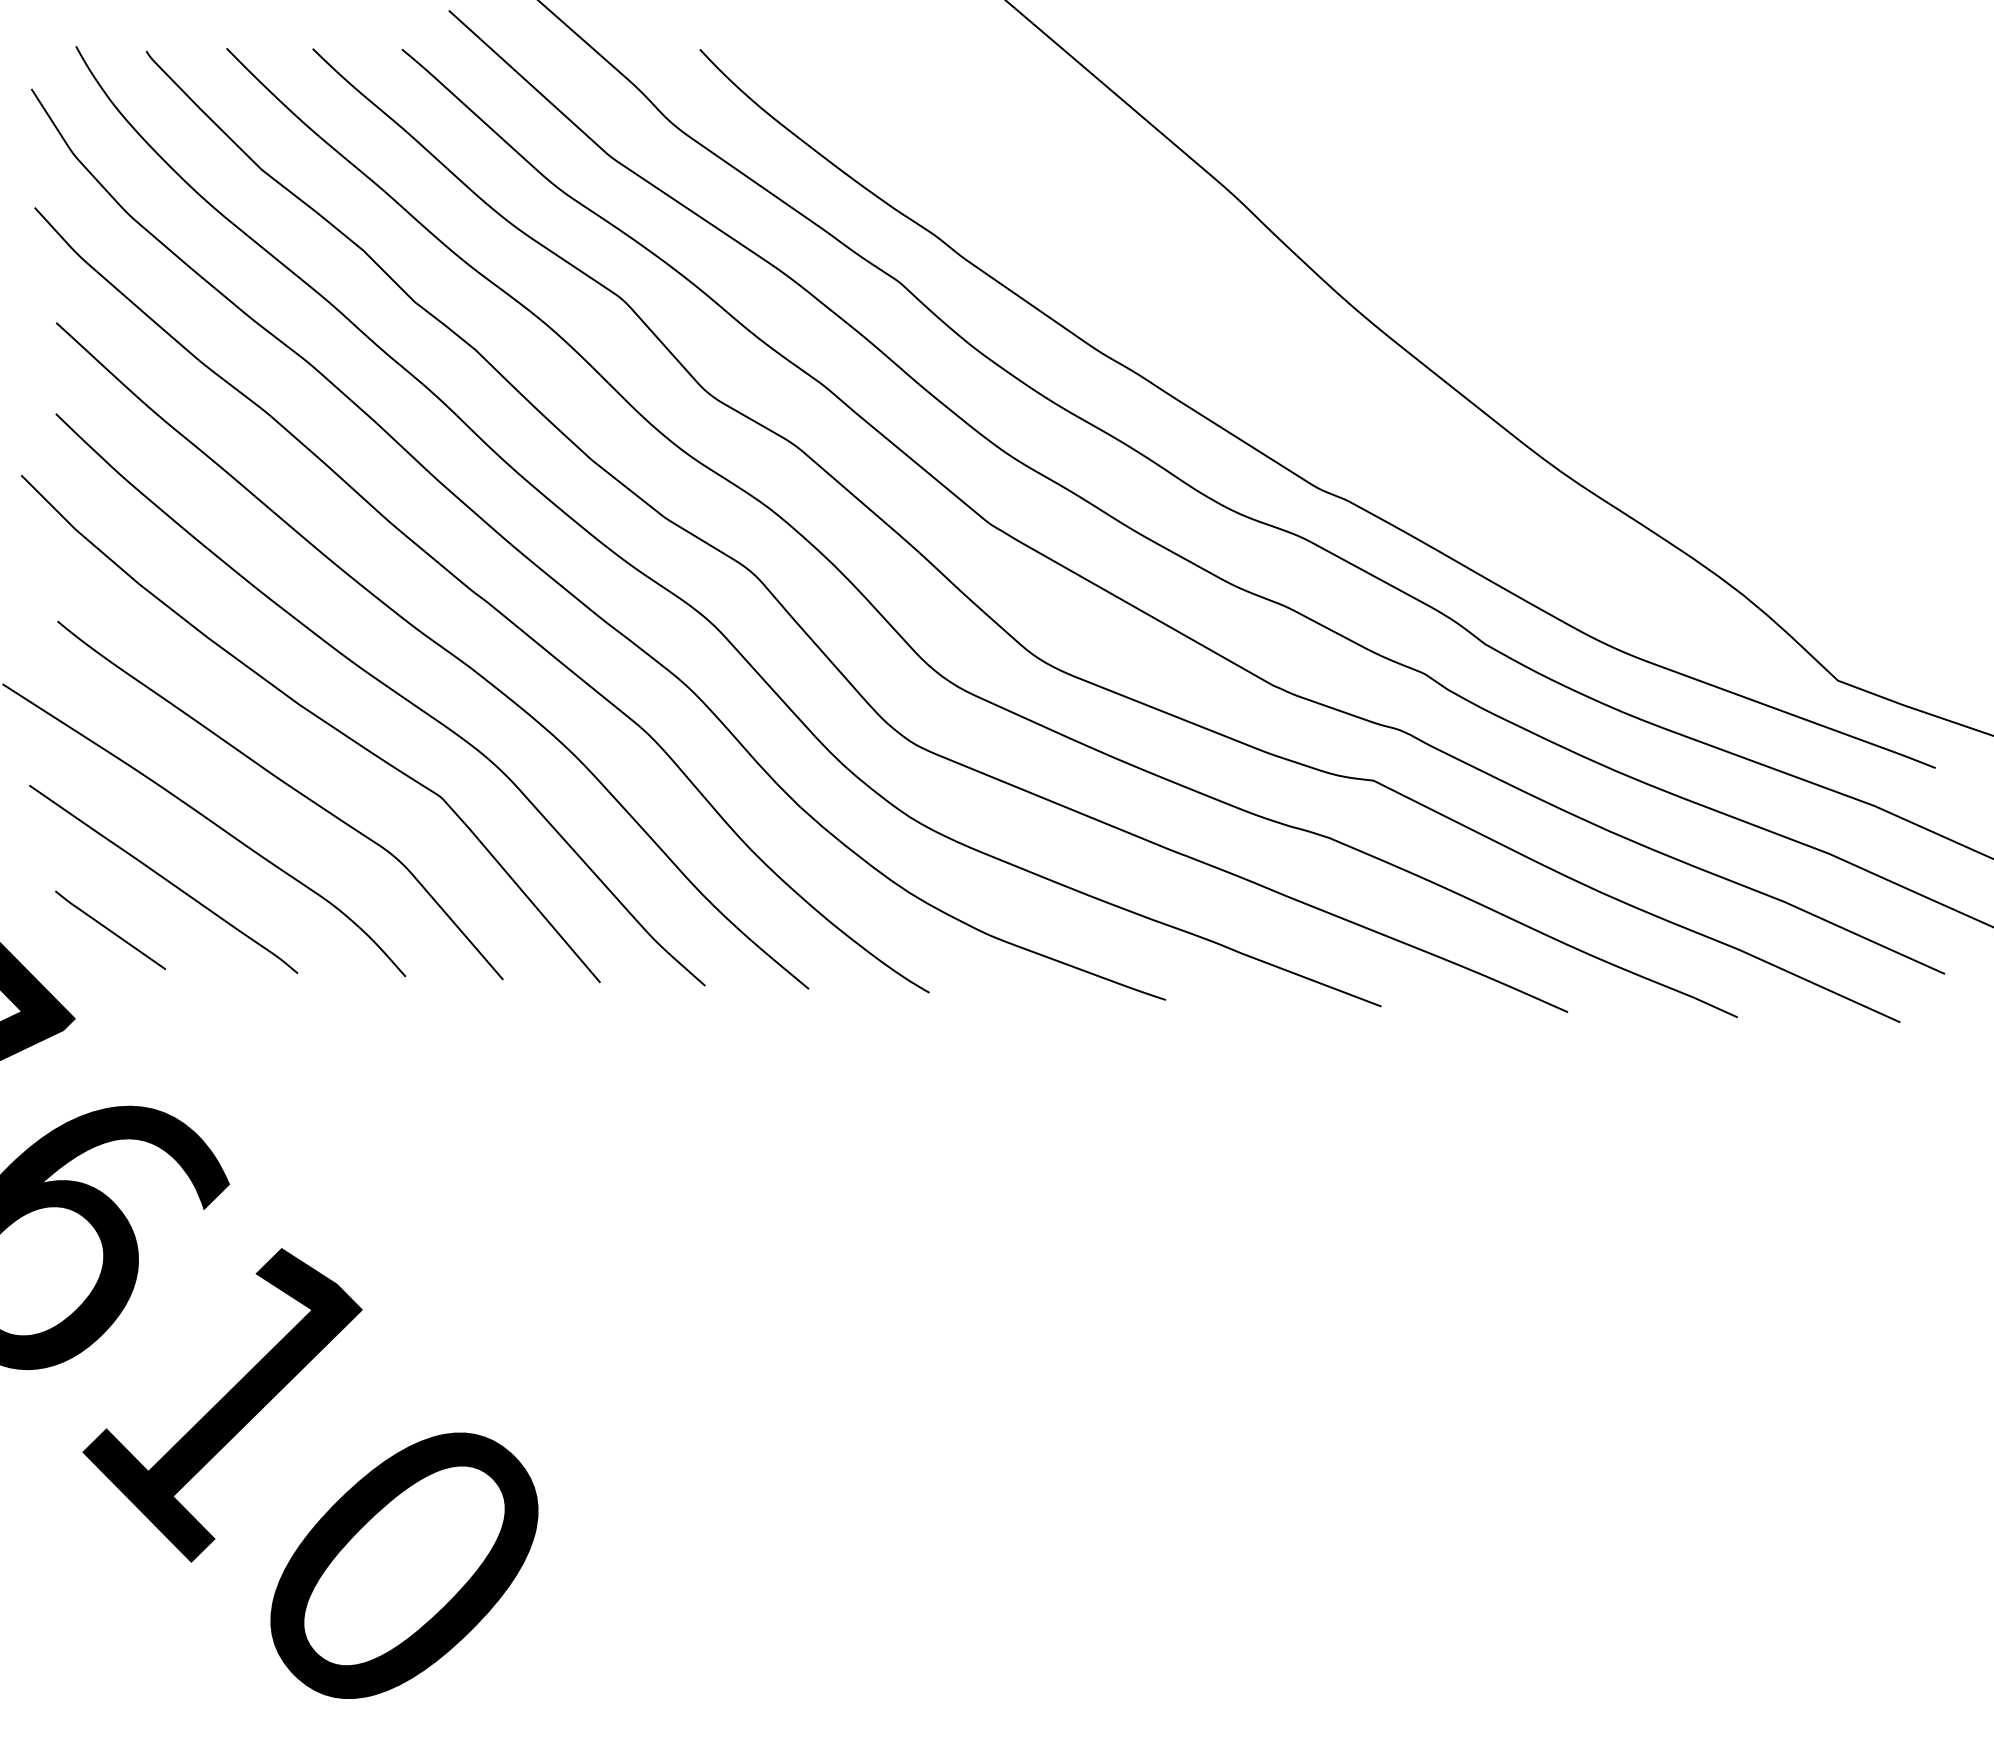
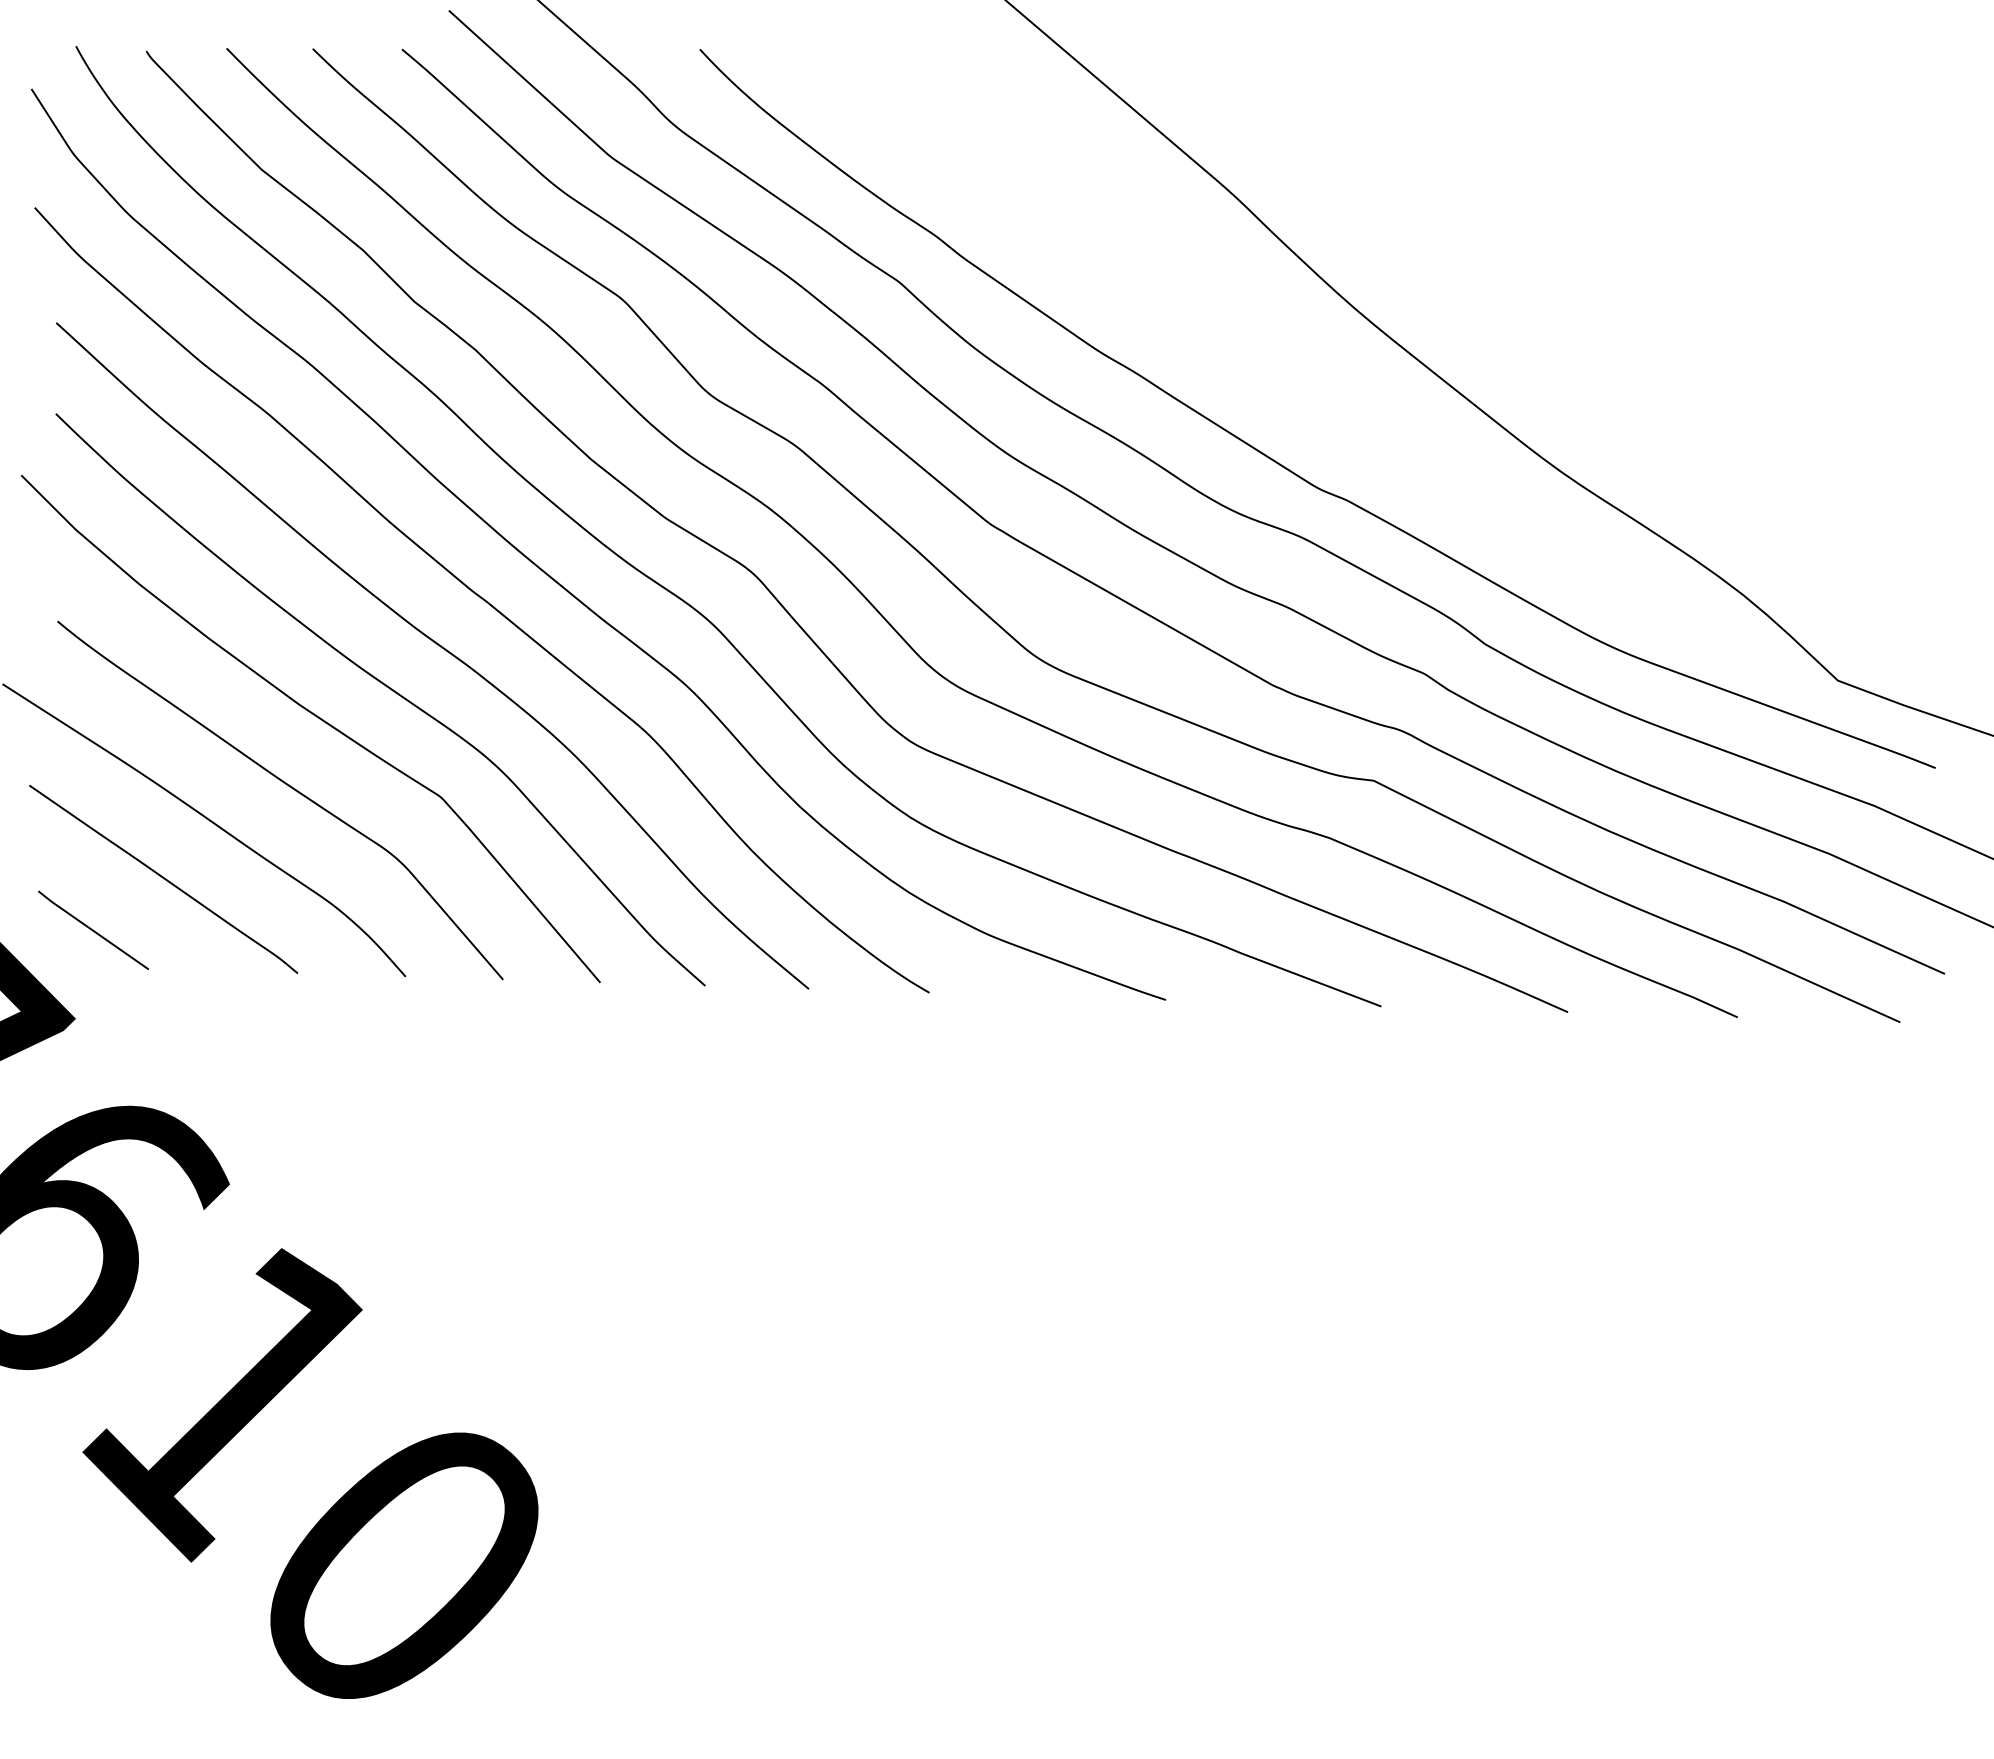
curve at (110, 929) position: (110, 929) -> (93, 929)
